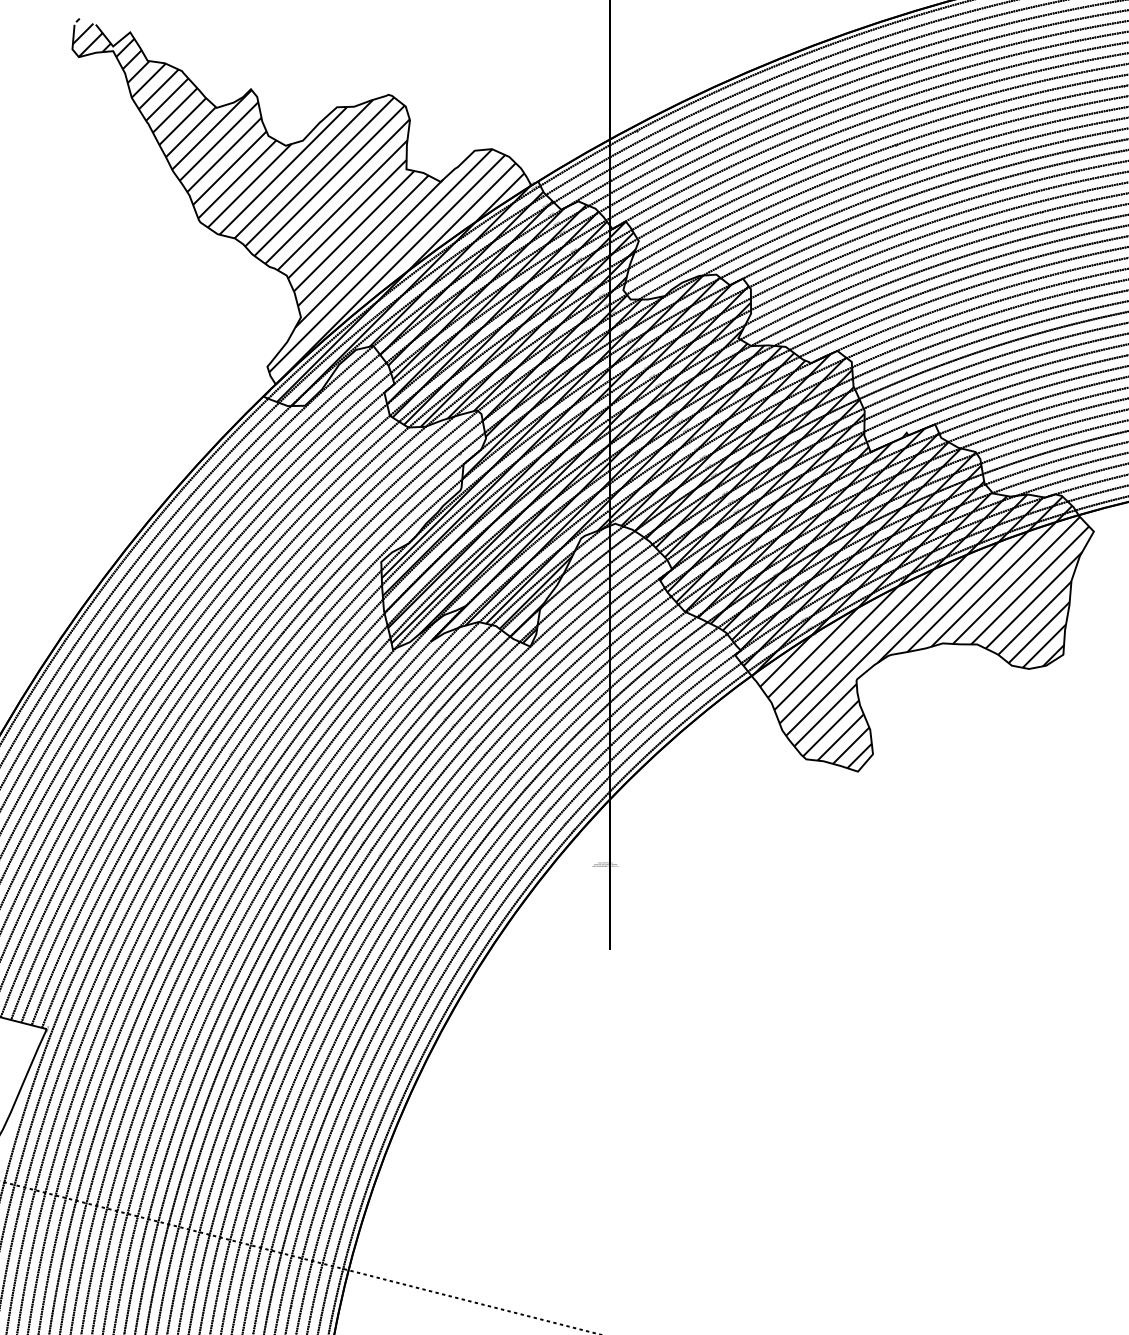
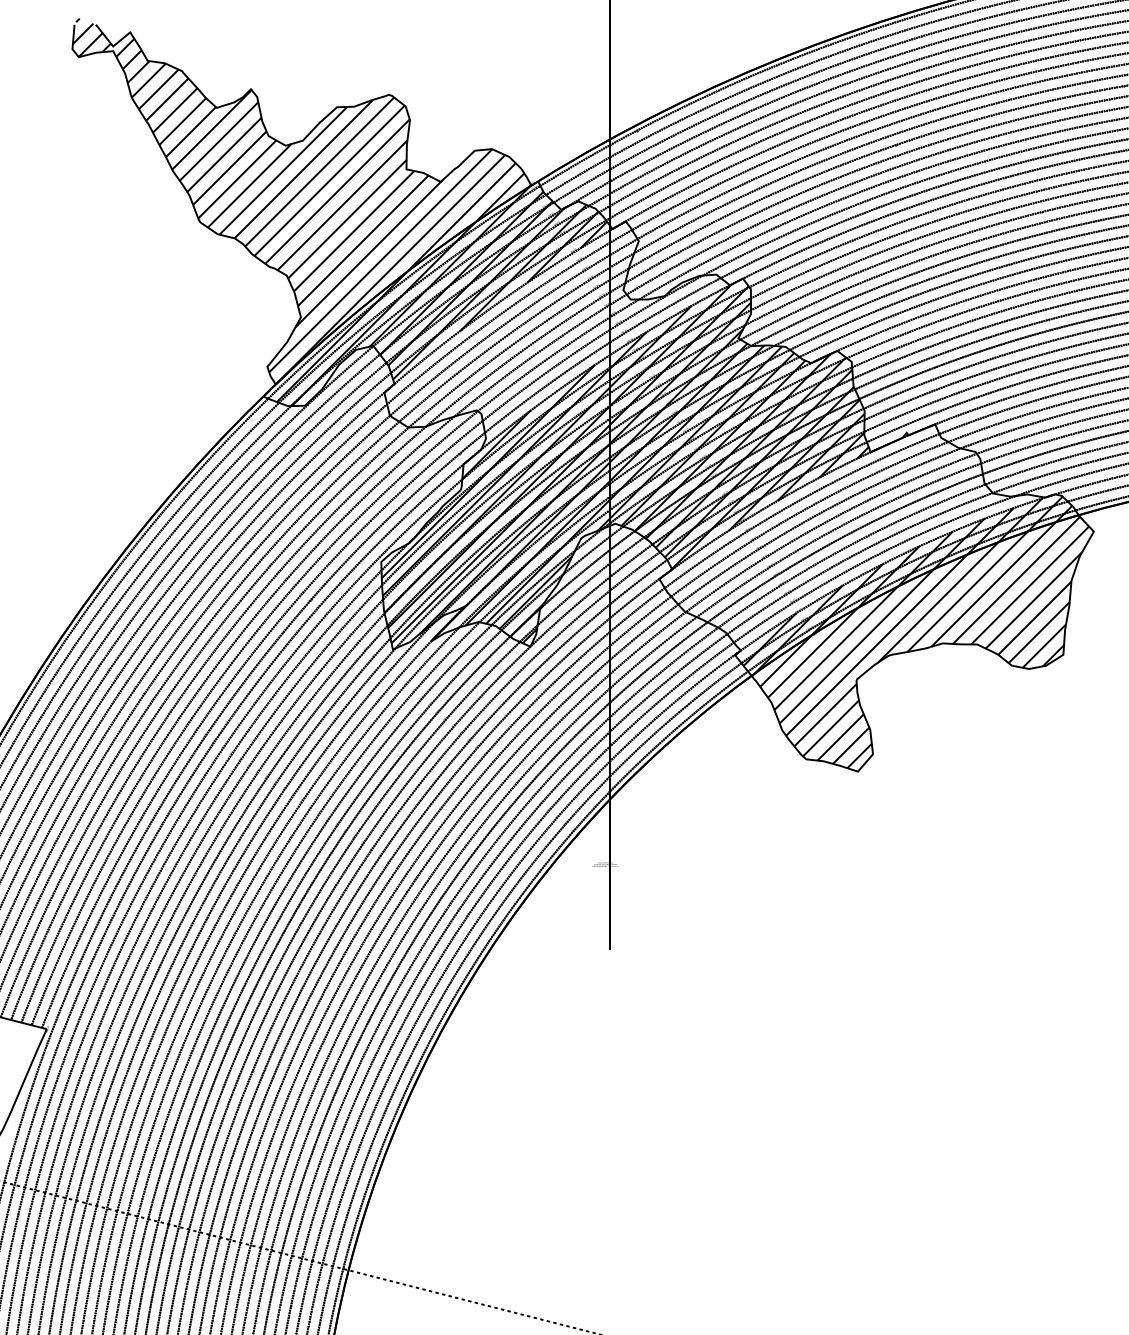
hatch at (553, 328): present -> none
hatch at (851, 539): present -> none
